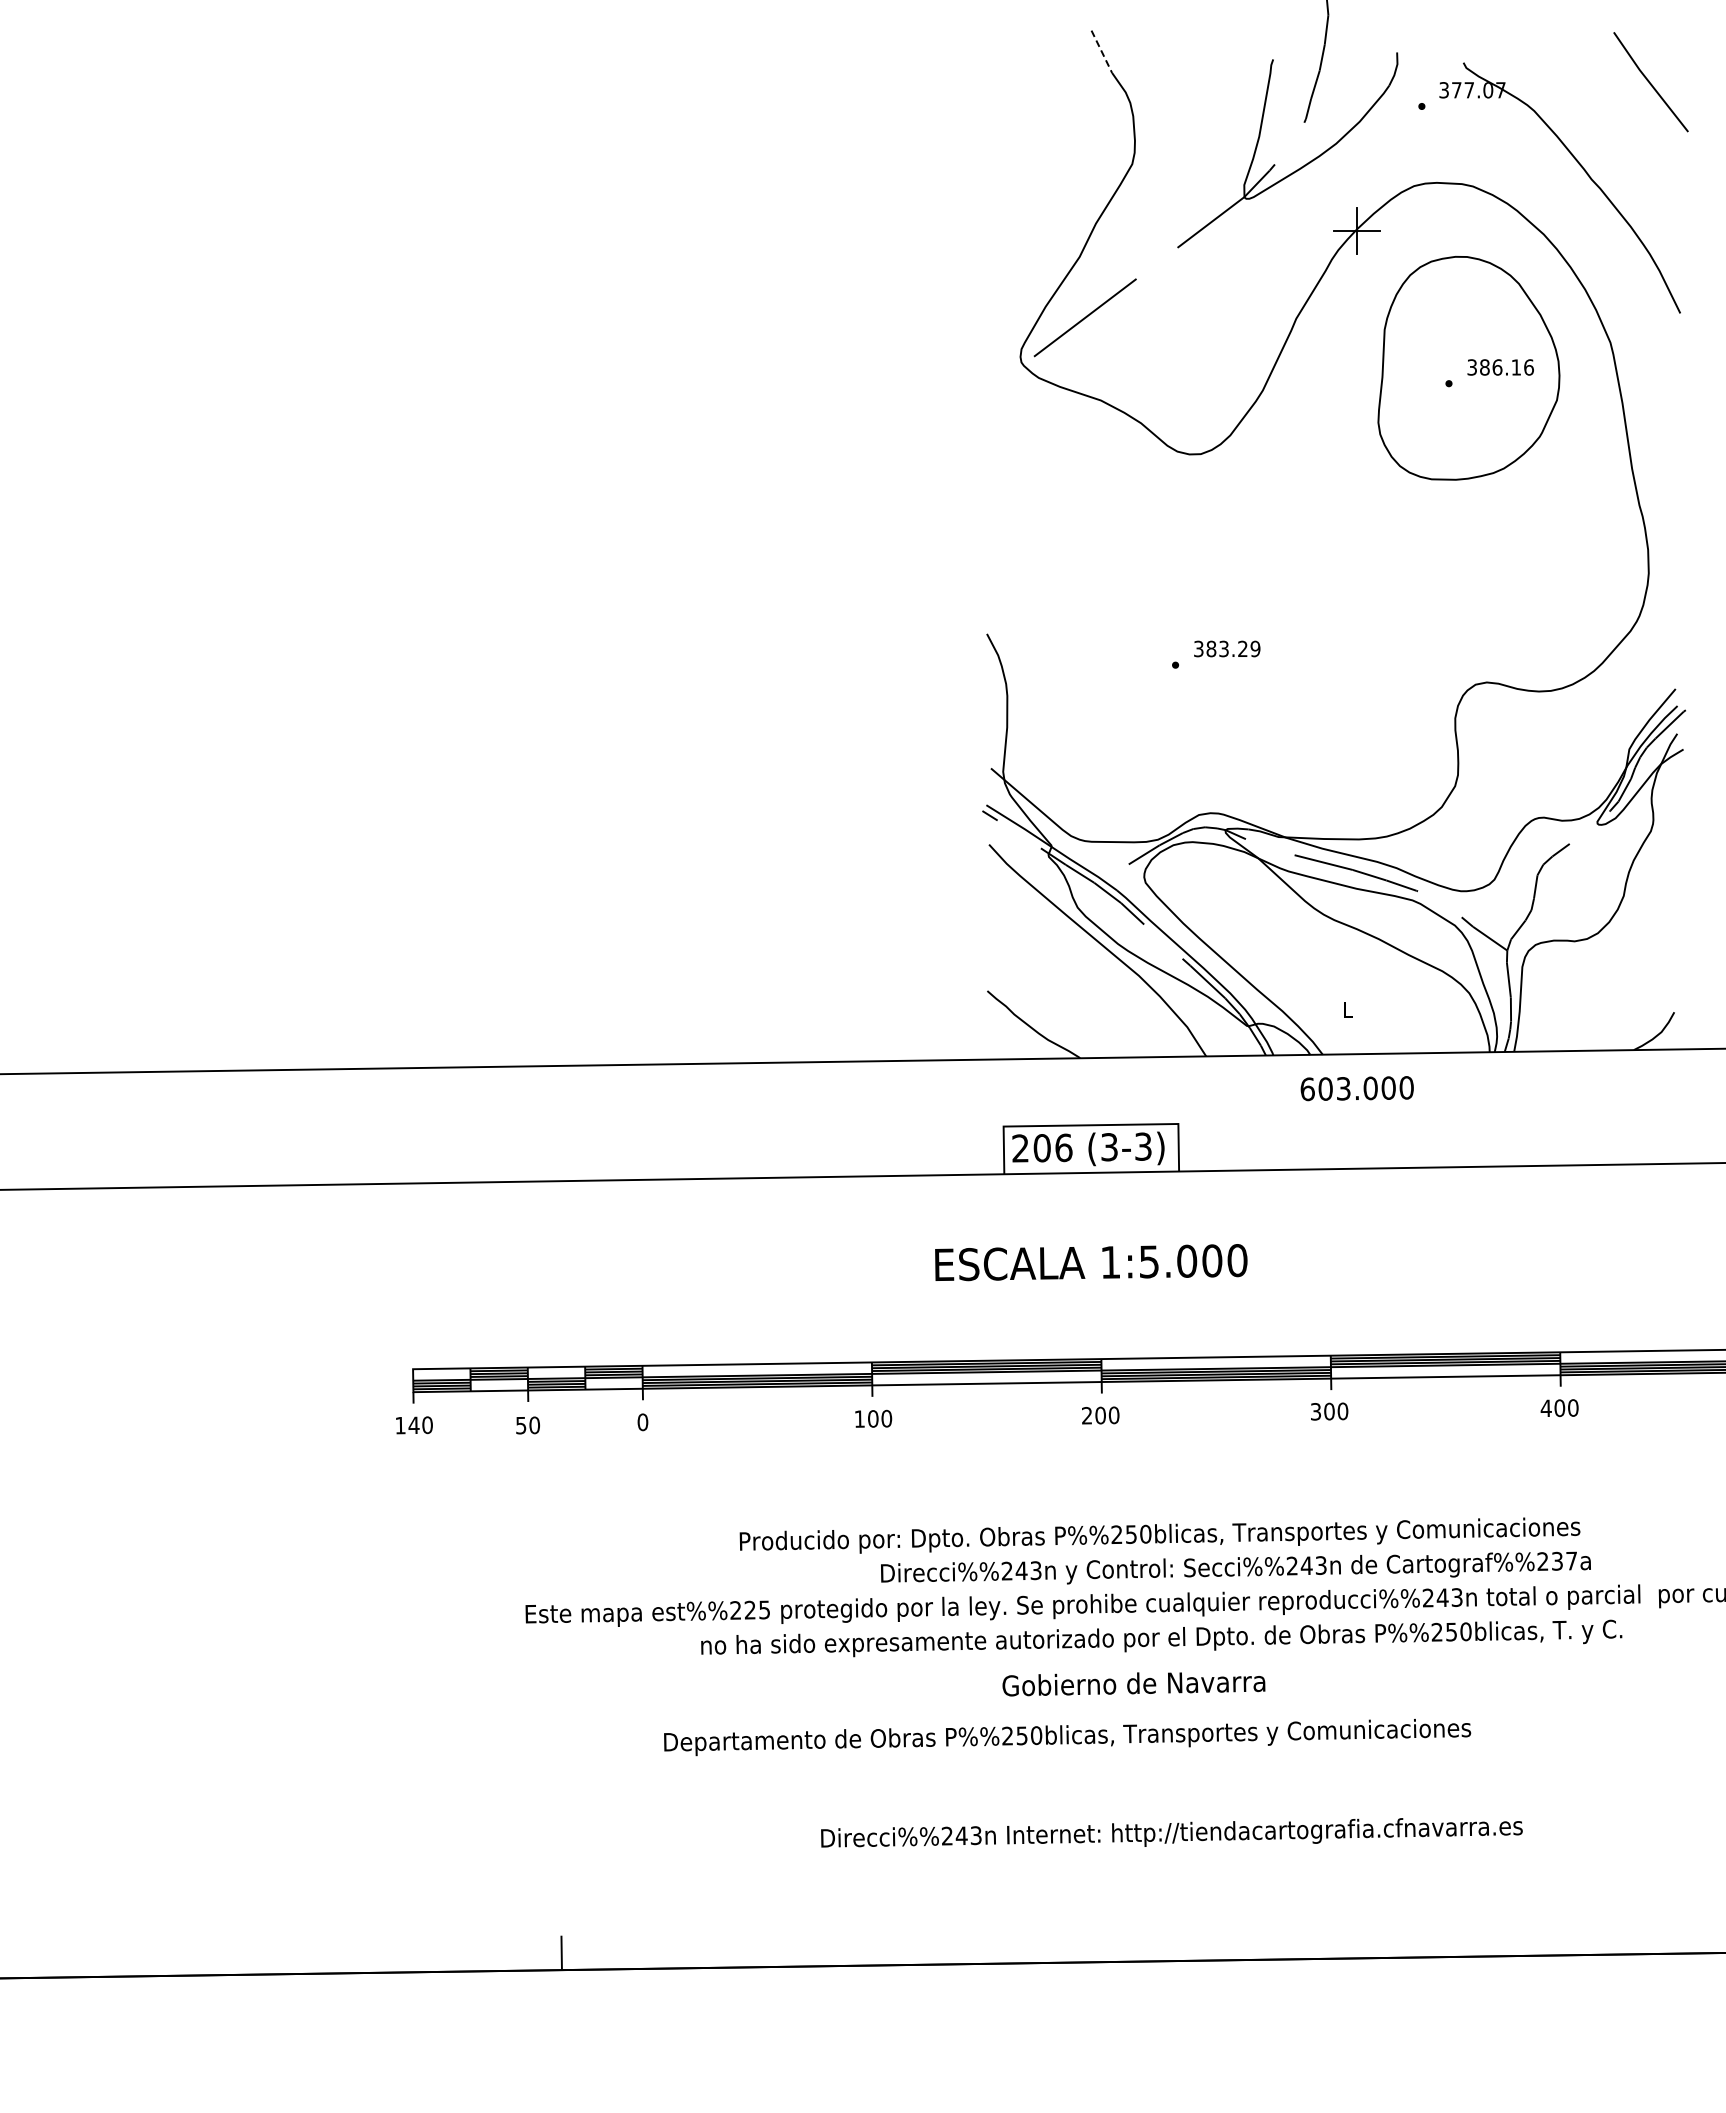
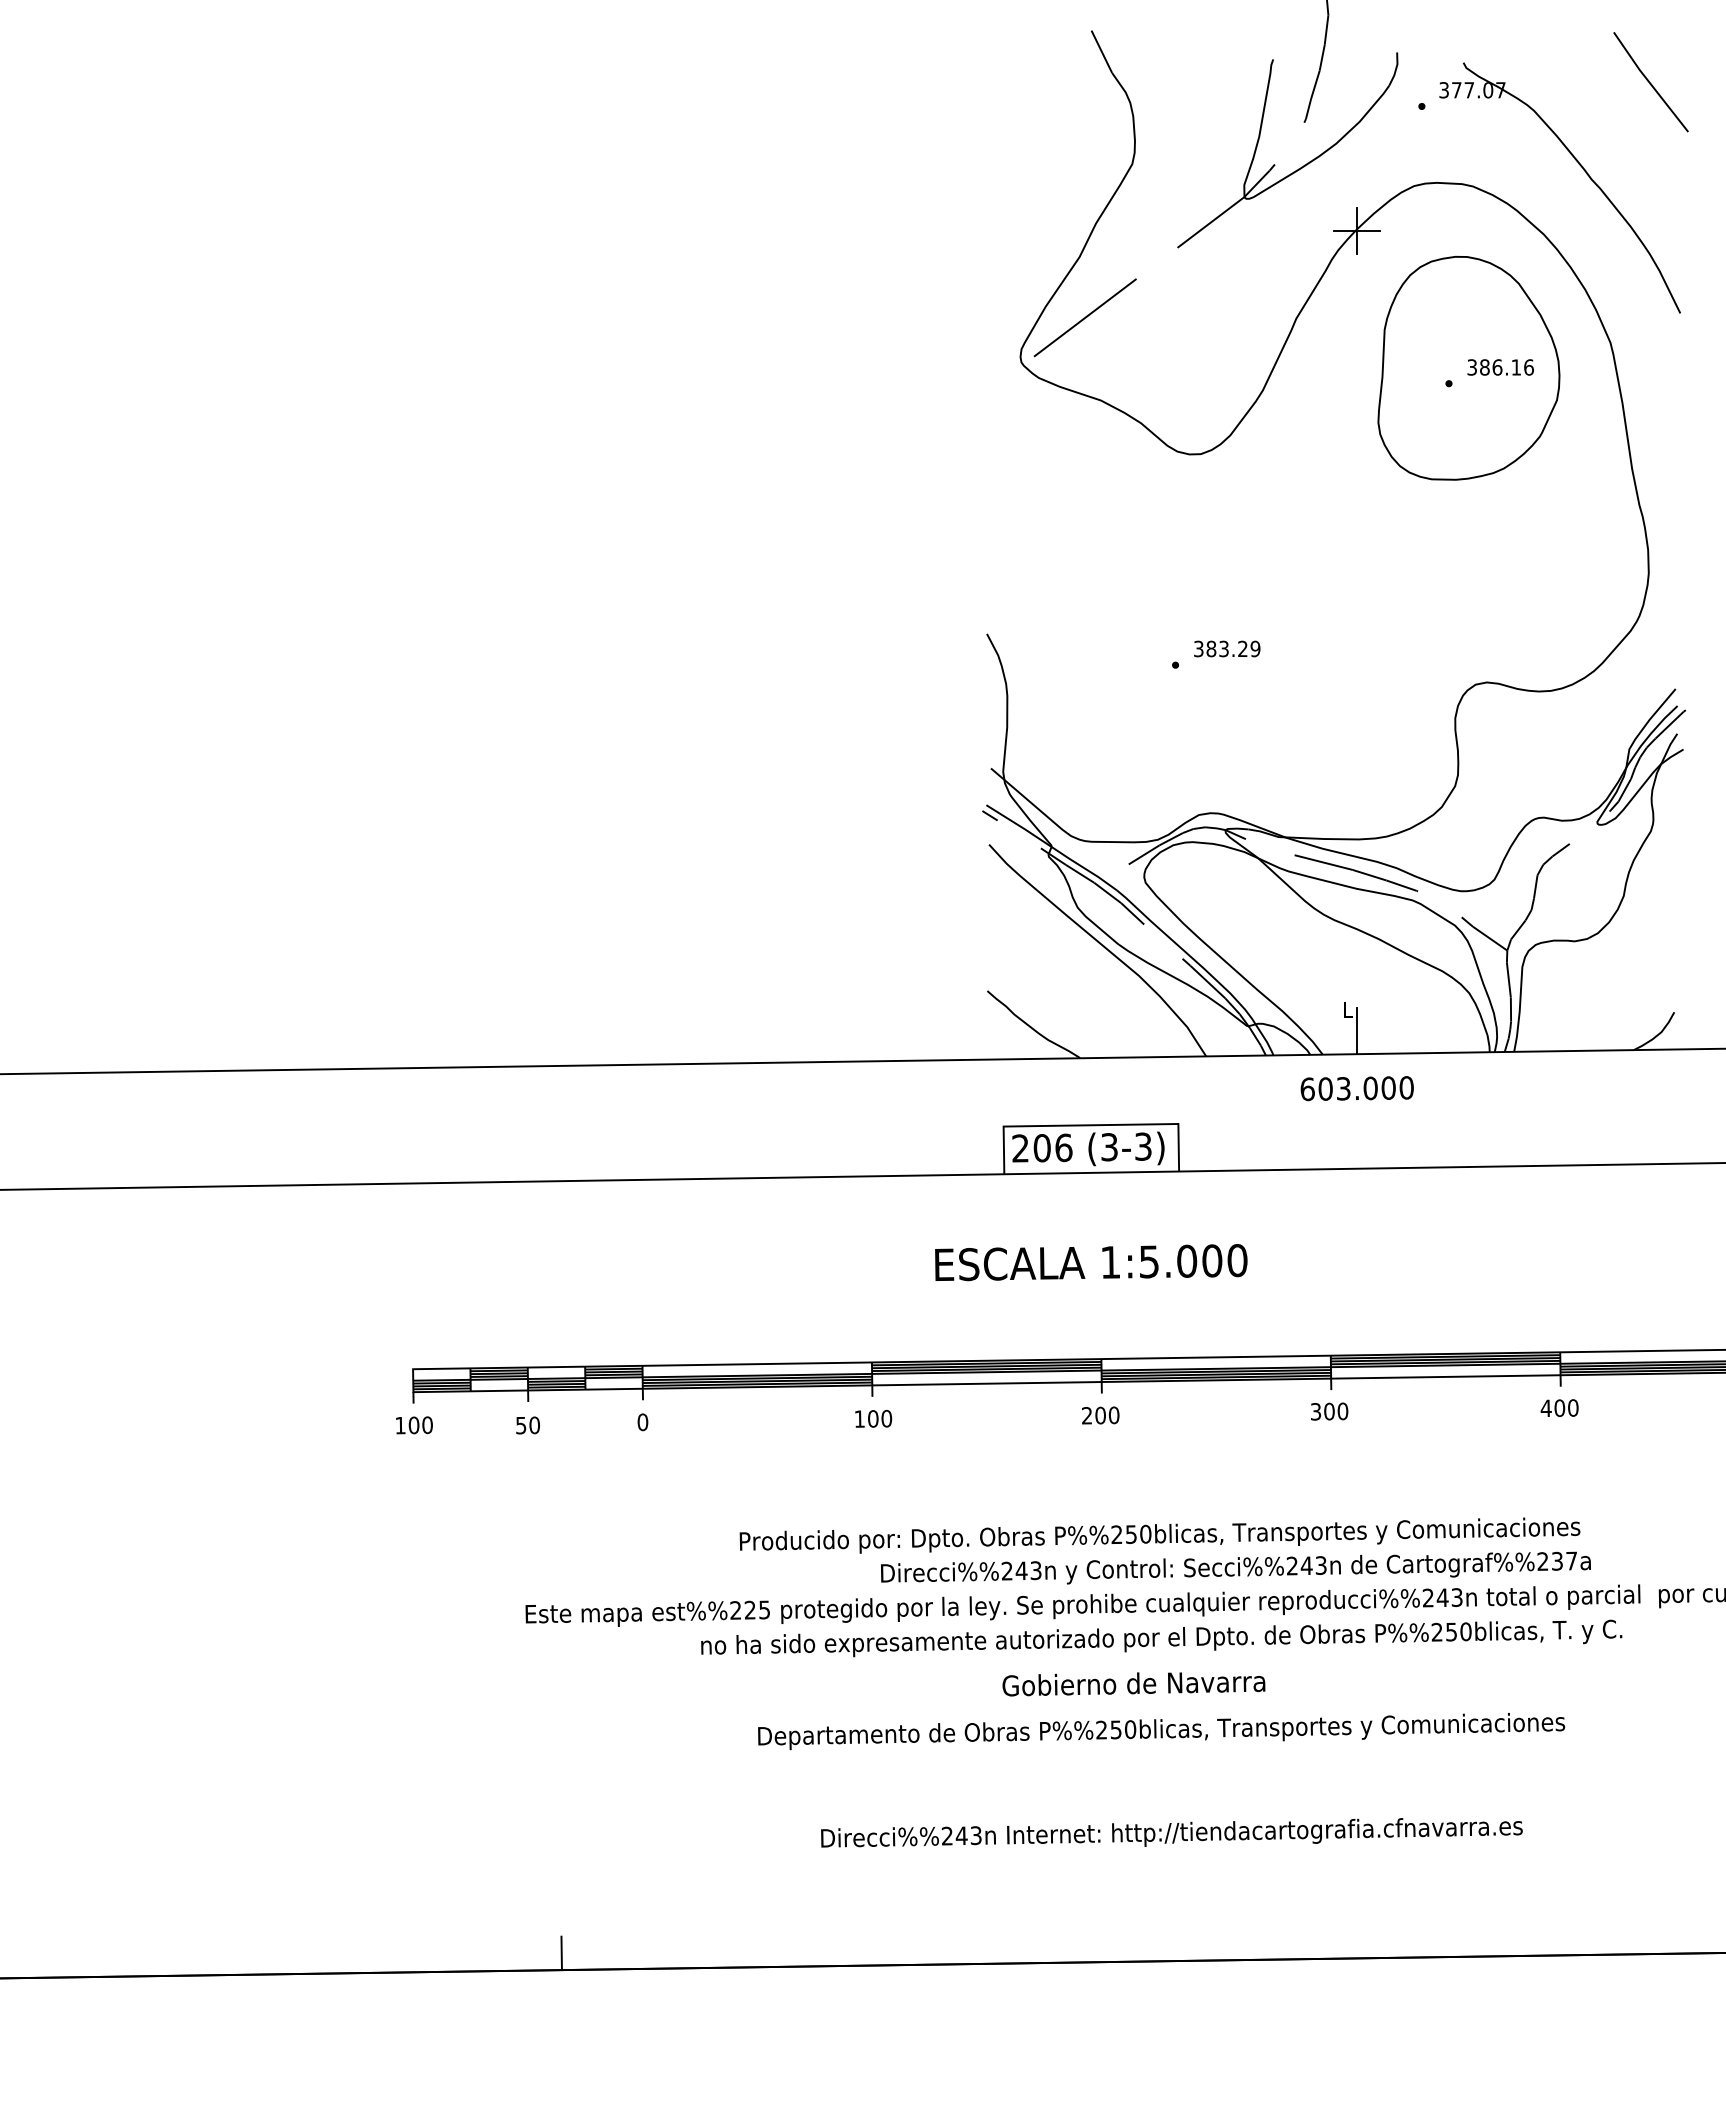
line at (1101, 51): dashed -> solid
line at (1357, 1031): none -> present
text at (413, 1425): 140 -> 100
text at (1067, 1737) position: (1067, 1737) -> (1161, 1731)
